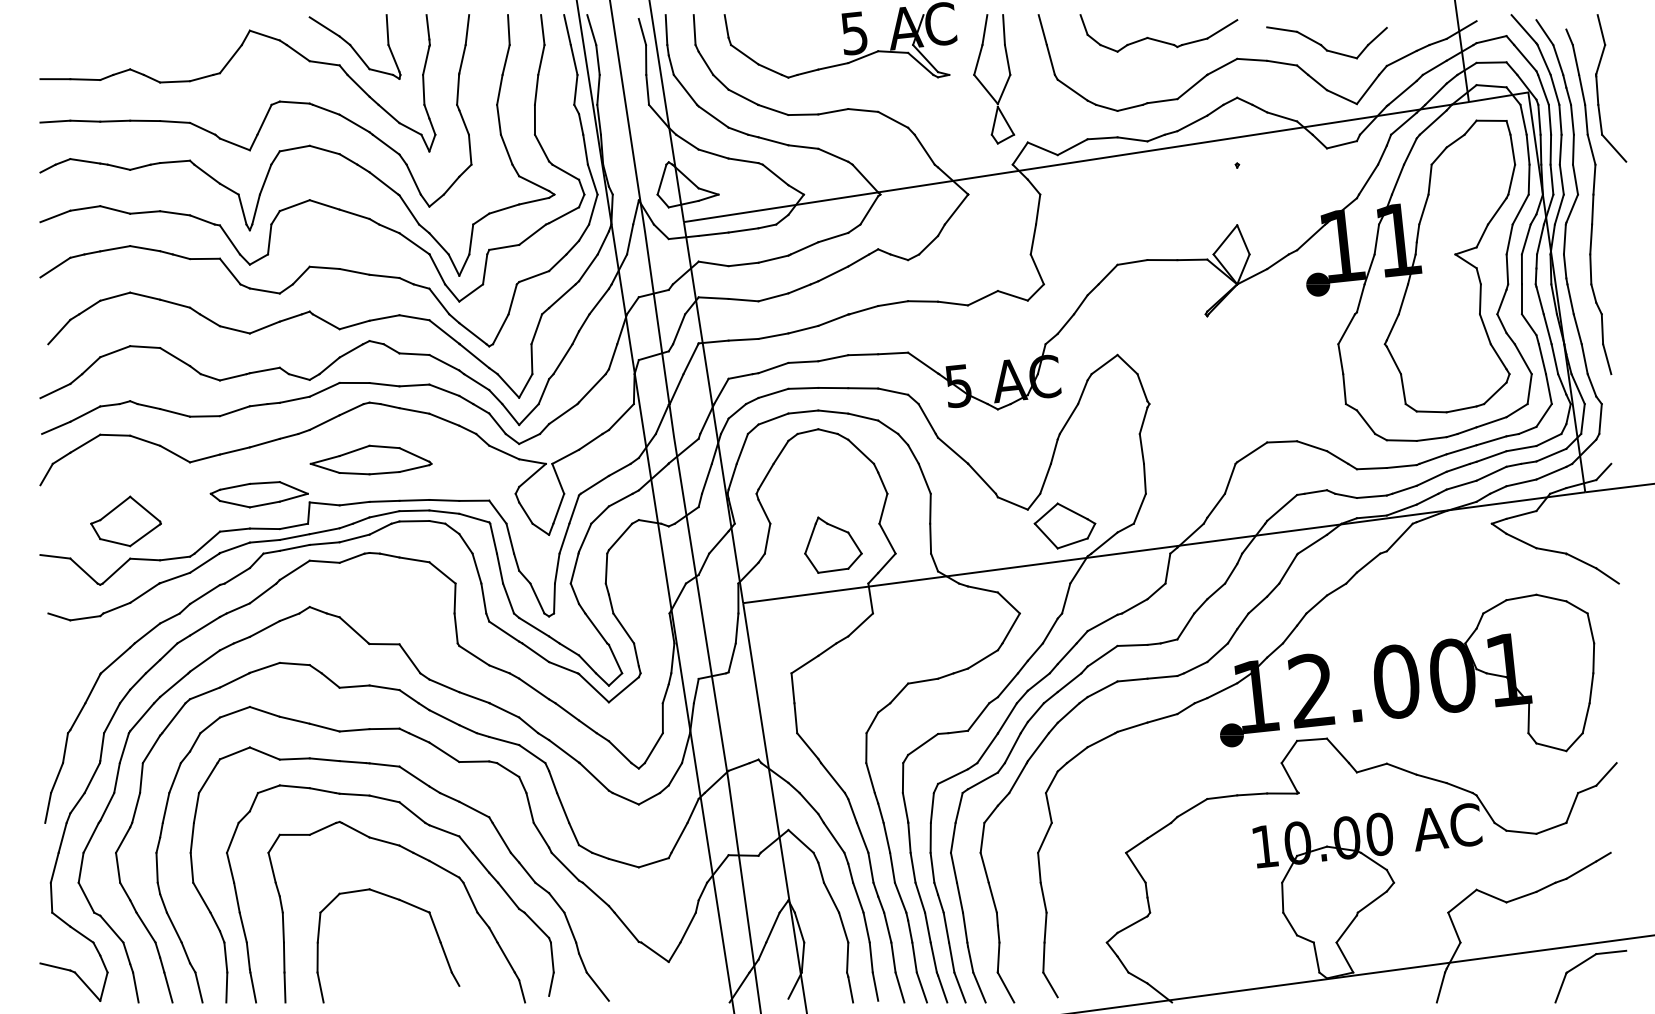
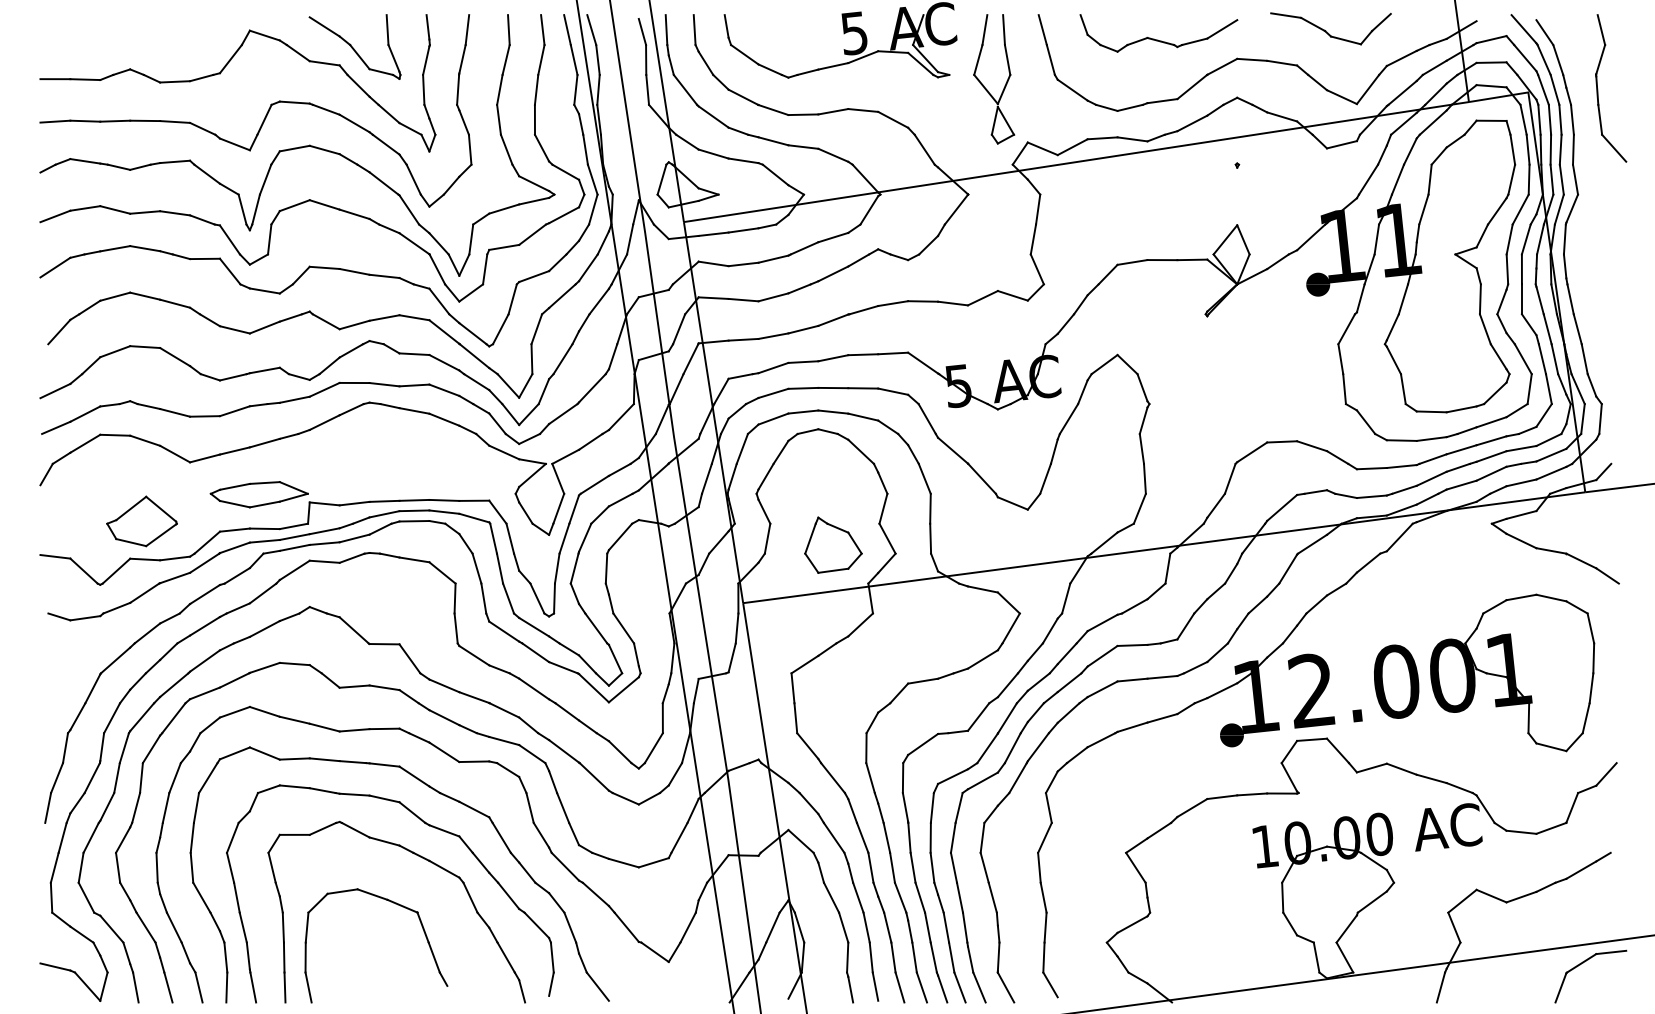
part at (1326, 42) position: (1326, 42) -> (1330, 28)
part at (1588, 201): present -> none
part at (370, 459): present -> none
part at (125, 521) position: (125, 521) -> (141, 521)
part at (1064, 525): present -> none
part at (409, 905) position: (409, 905) -> (397, 905)
